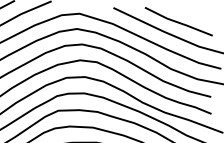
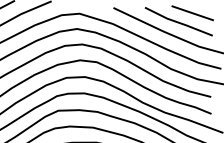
line at (192, 13): none -> present
